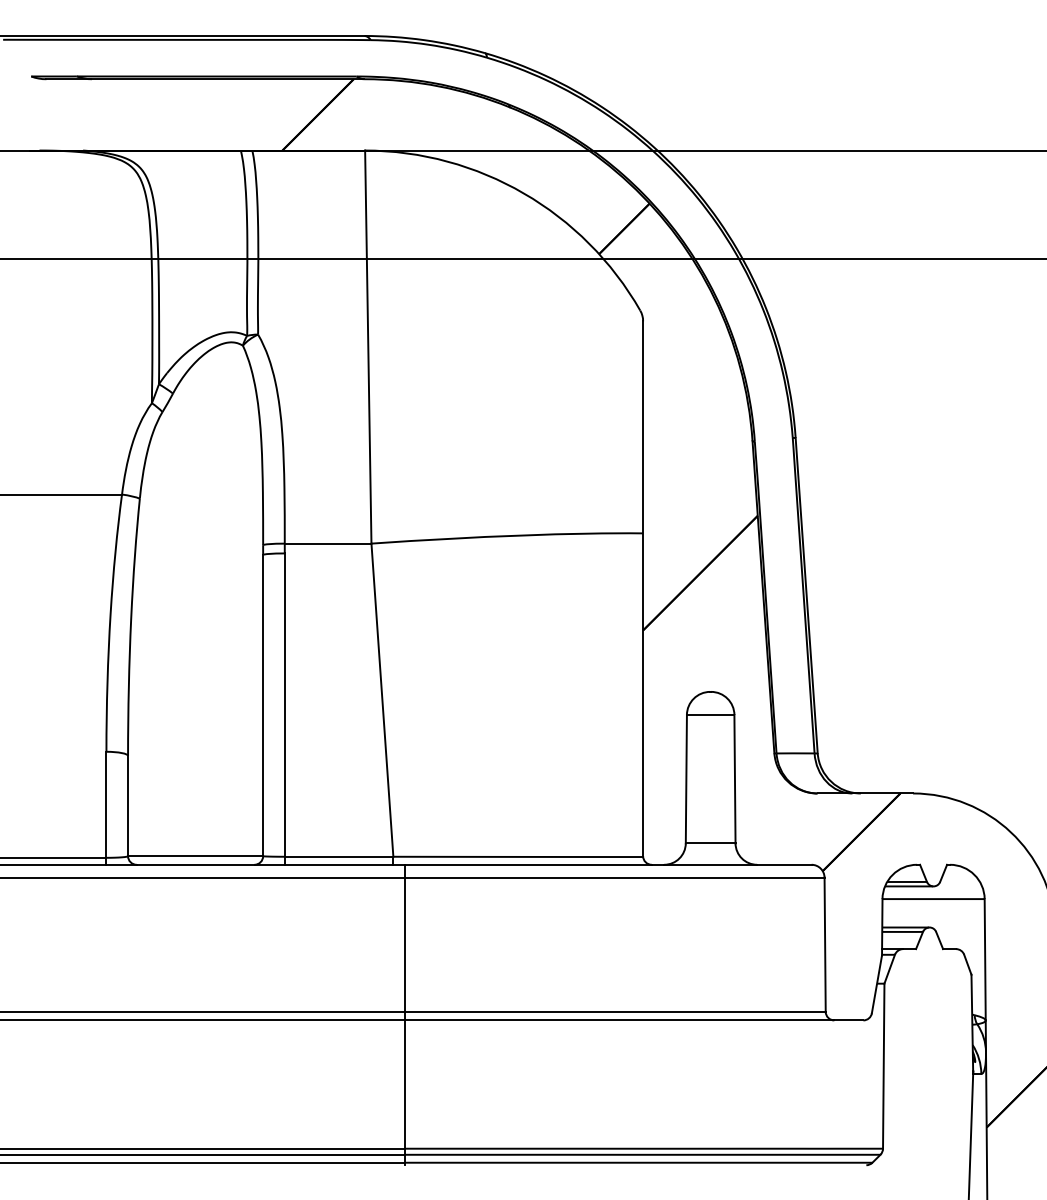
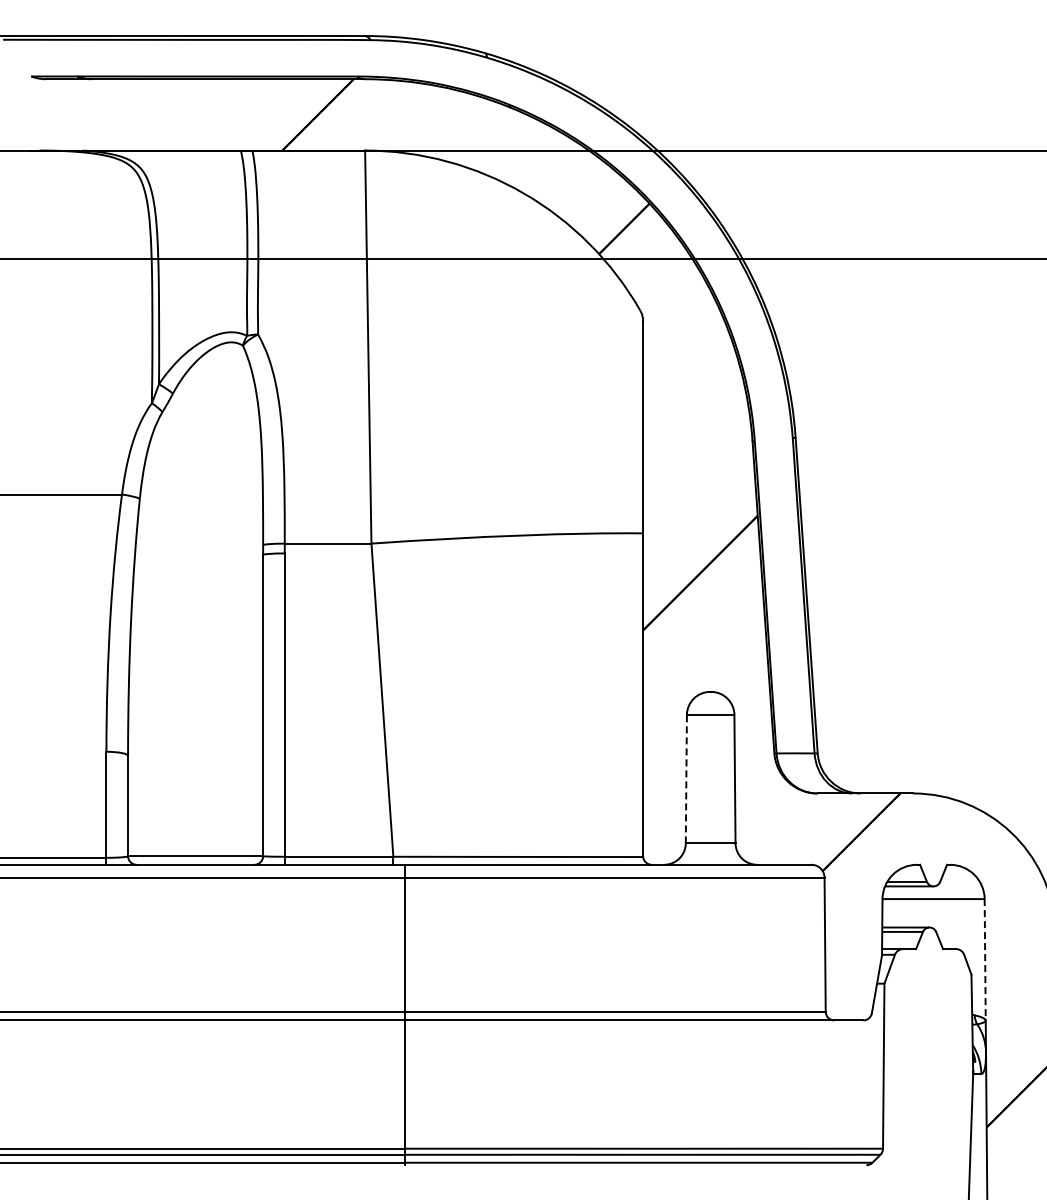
line at (686, 778): solid -> dashed
line at (985, 959): solid -> dashed
